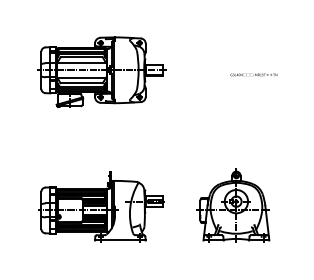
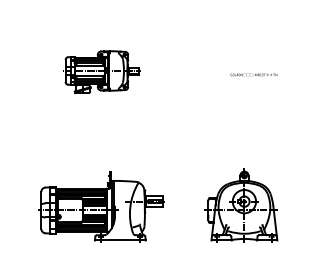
part at (101, 71) size: 130x72 px -> 78x44 px
part at (233, 205) position: (233, 205) -> (241, 205)
